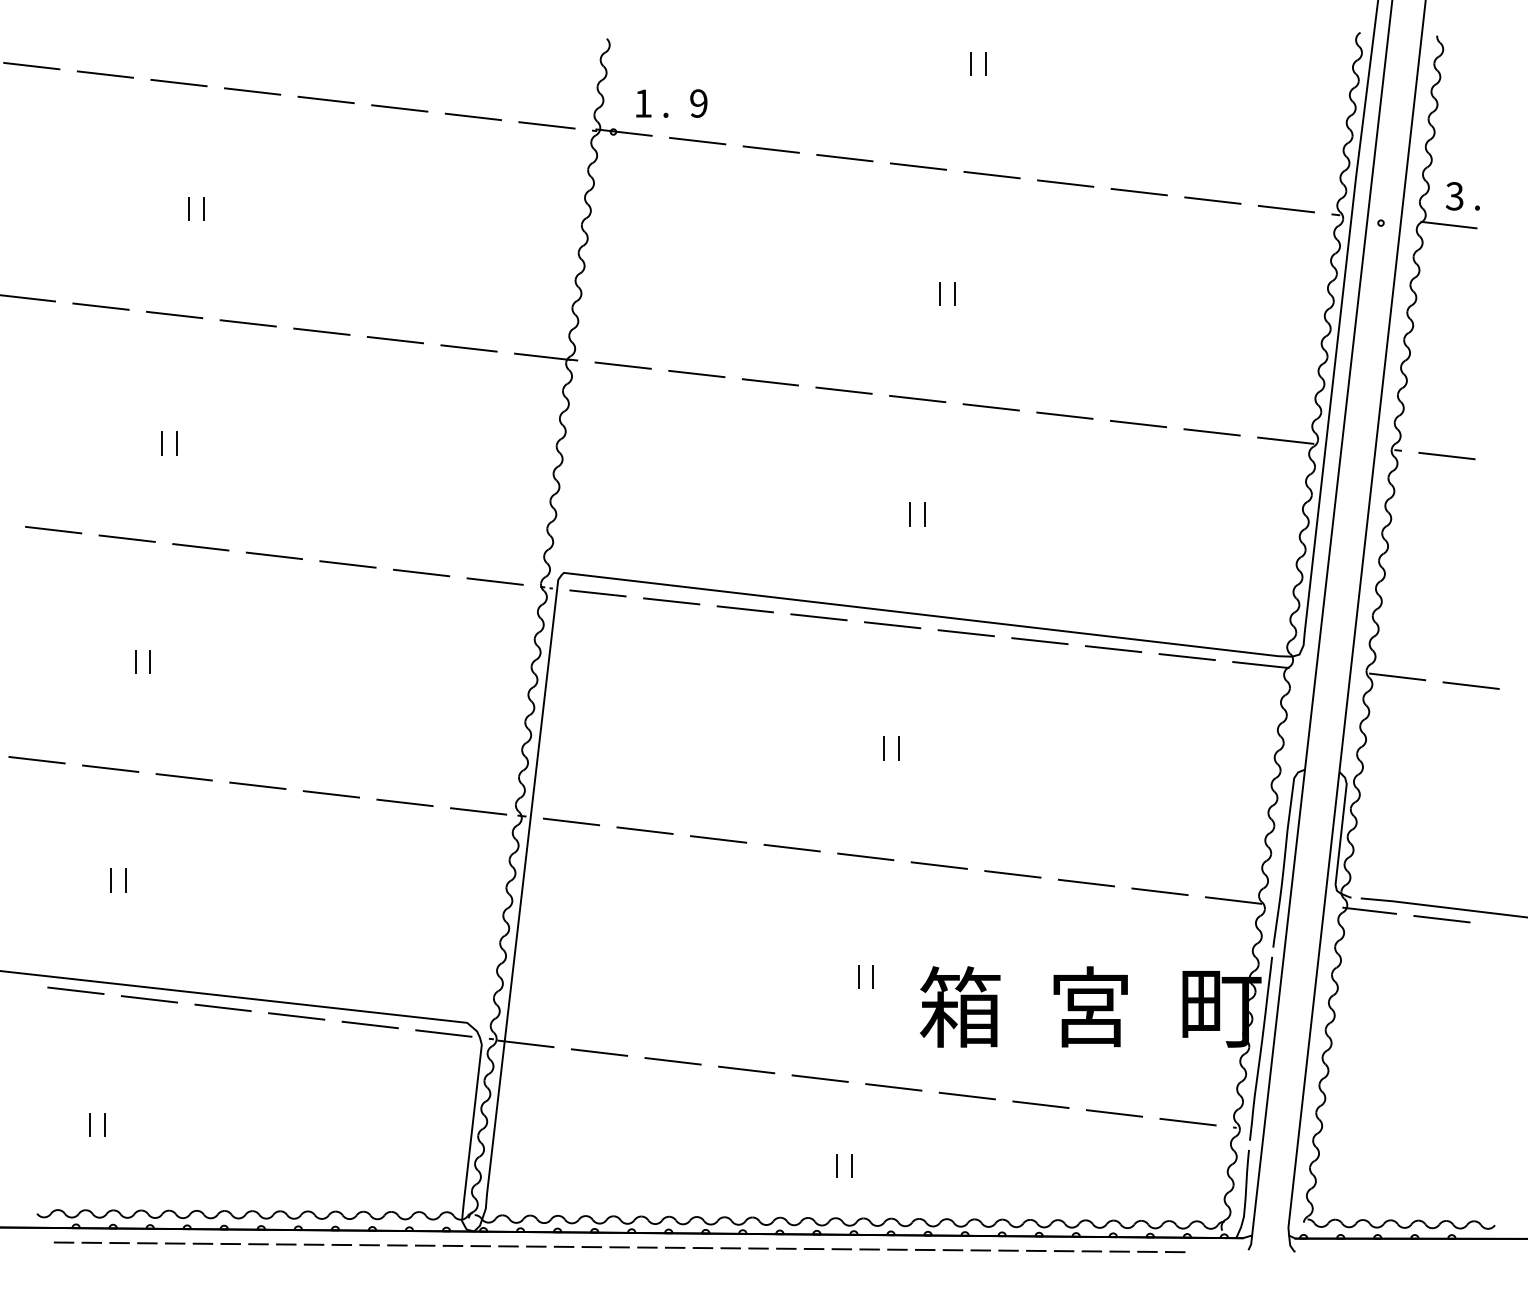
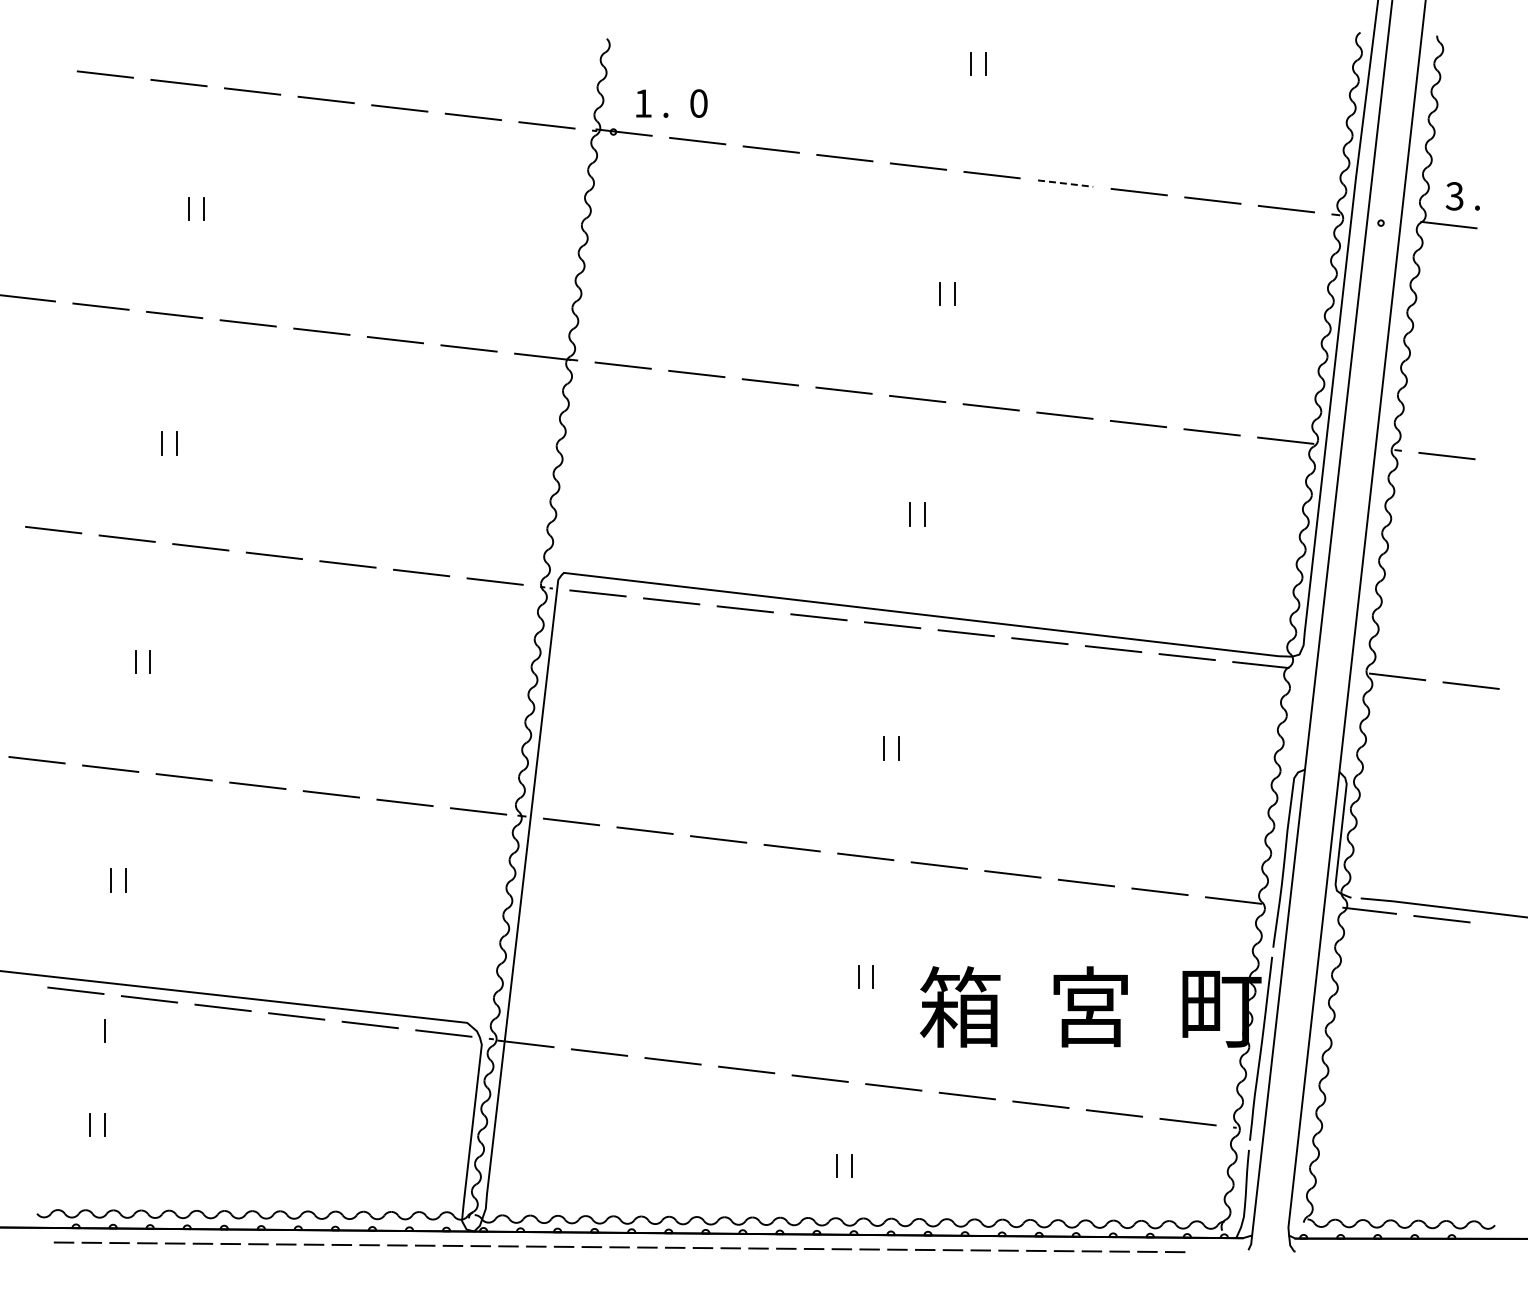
line at (31, 65): present -> none
text at (698, 103): 9 -> 0
line at (1065, 183): solid -> dashed
line at (104, 1030): none -> present
